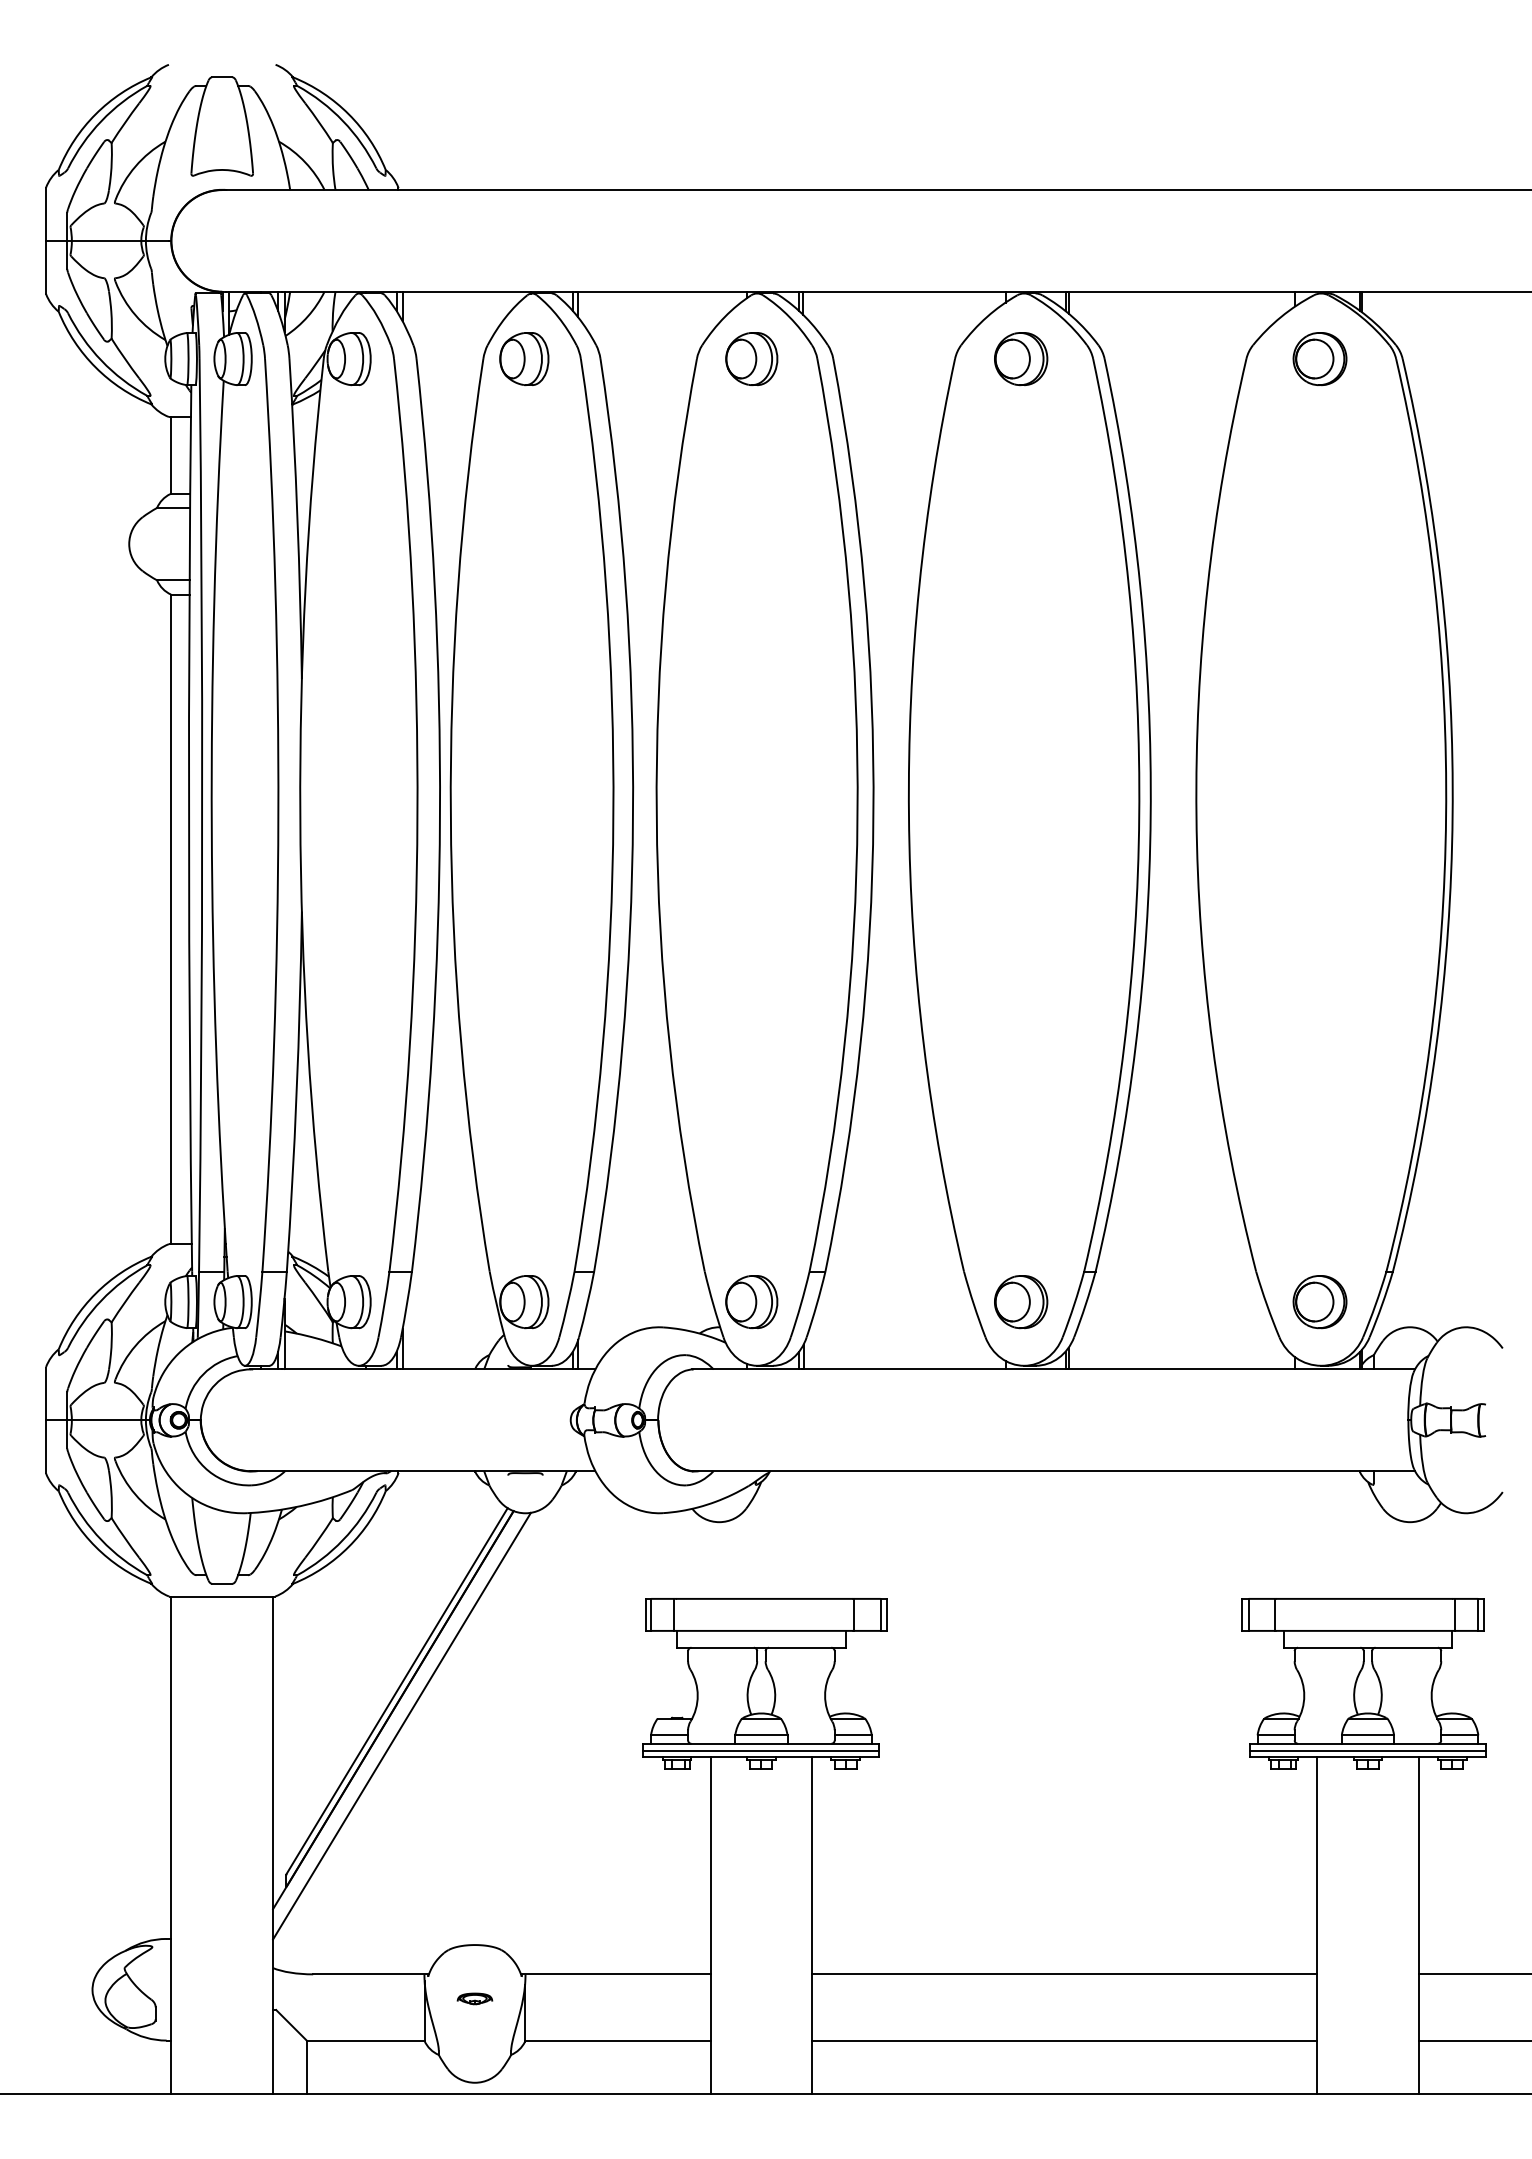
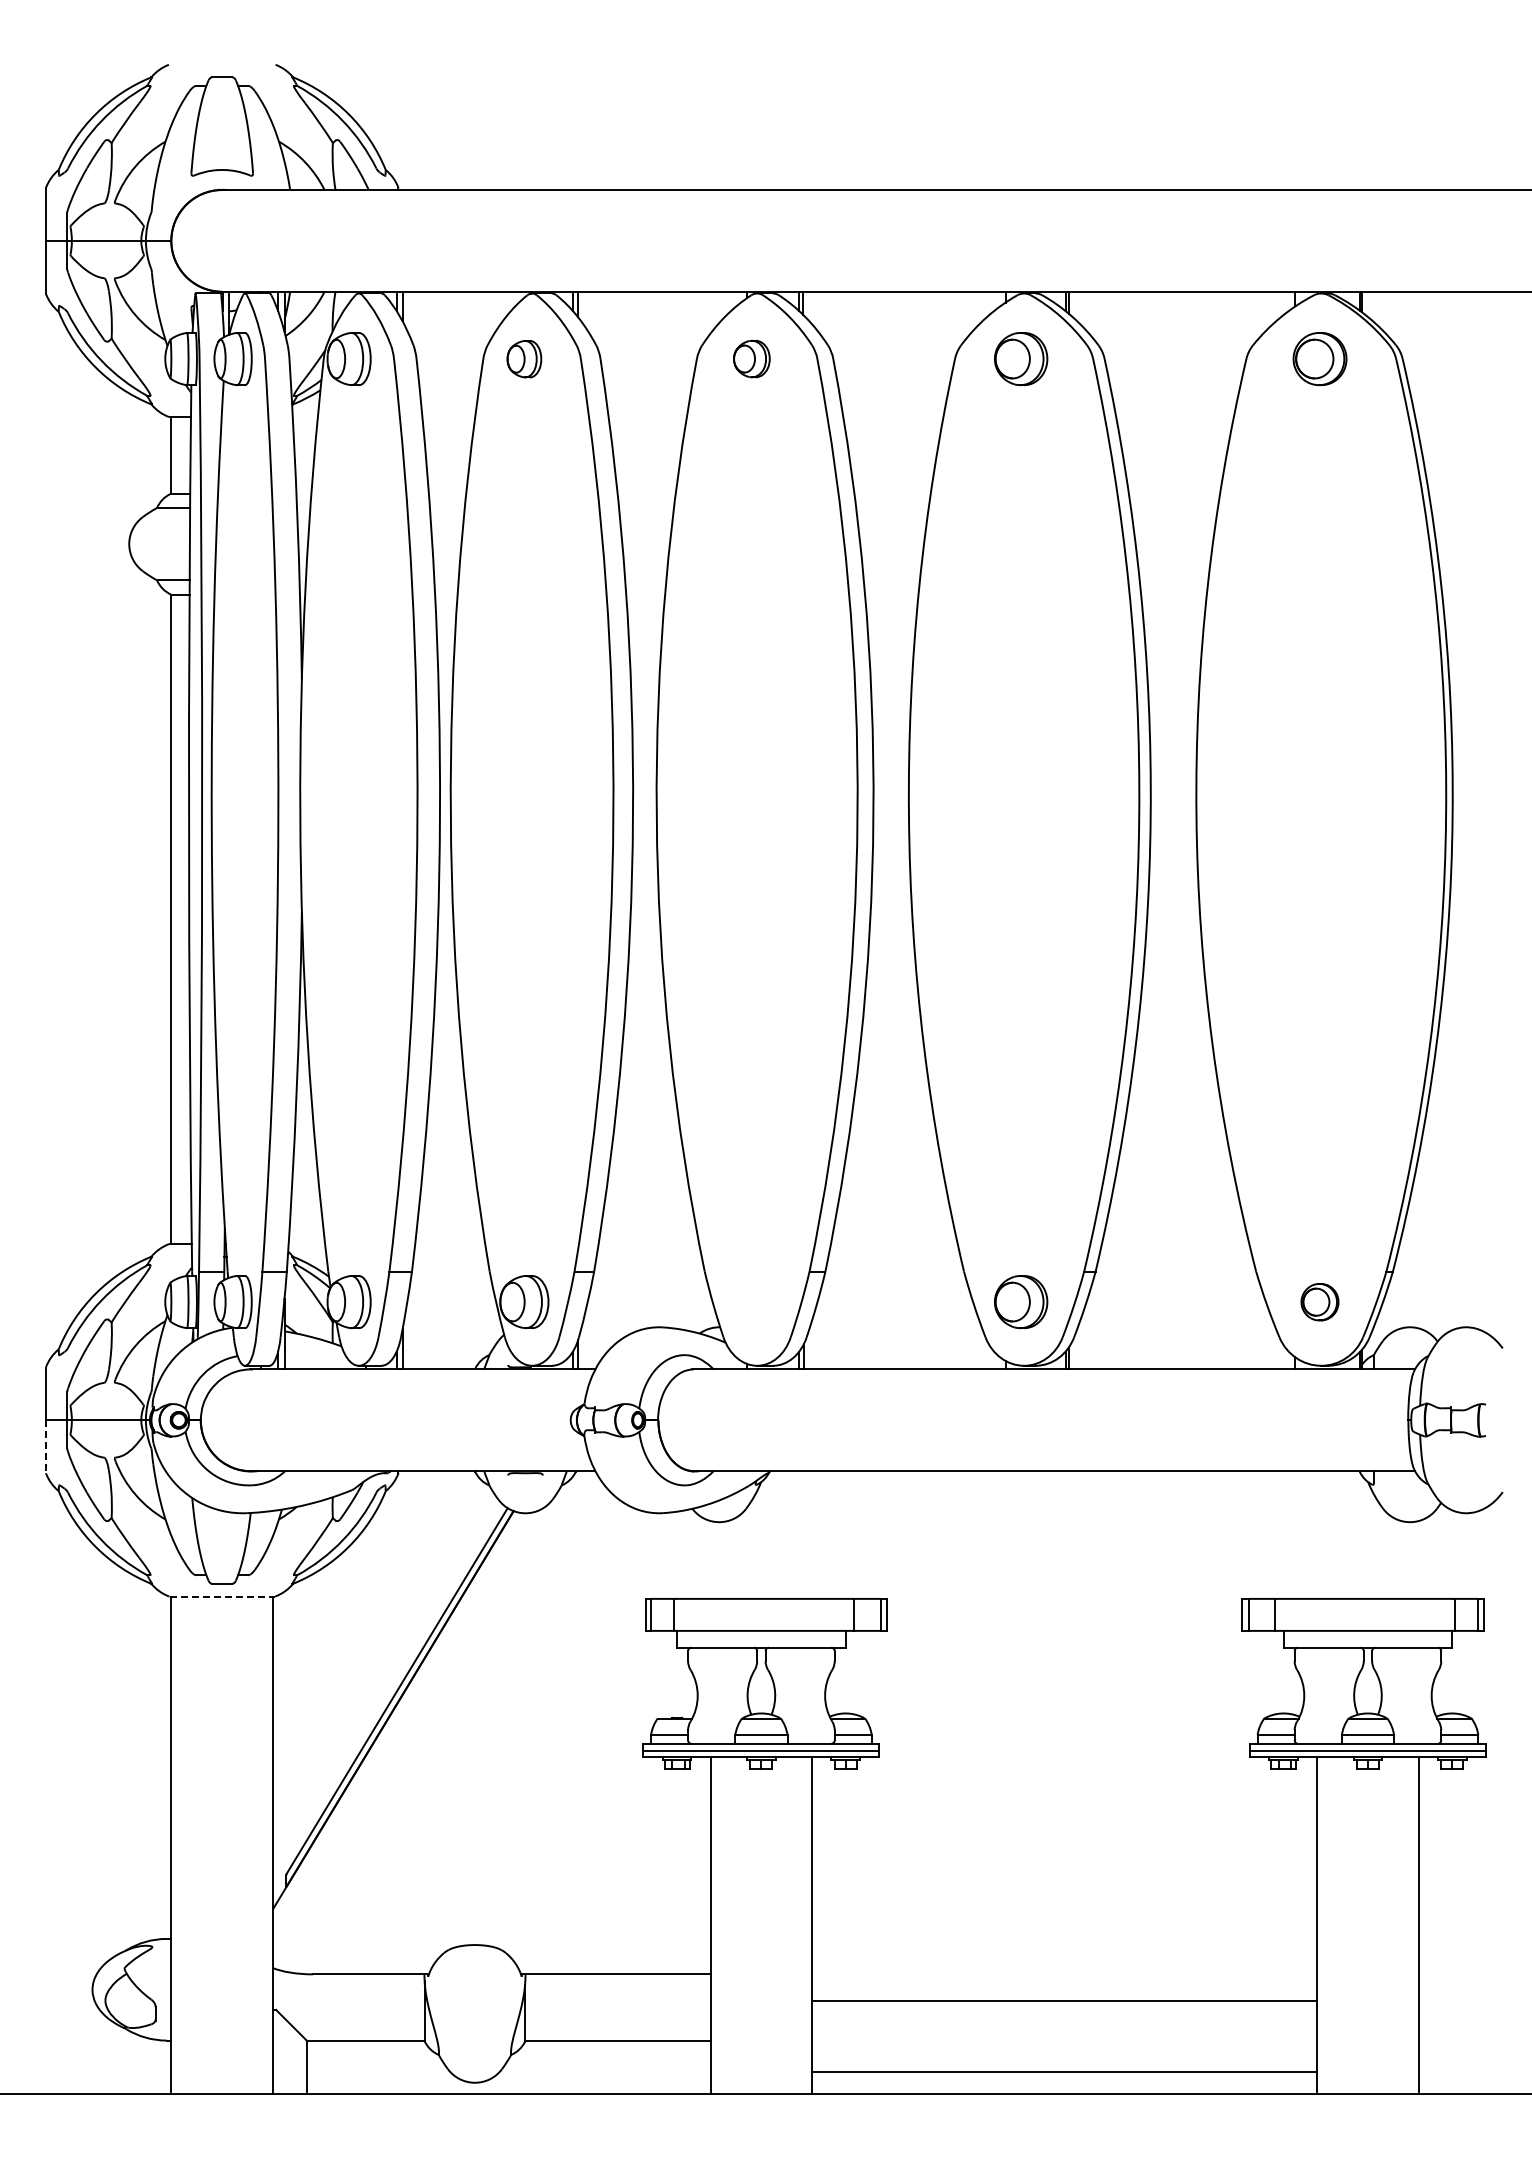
part at (751, 358) size: 54x54 px -> 38x40 px
part at (524, 359) size: 51x55 px -> 37x39 px
part at (751, 1302): present -> none
part at (1319, 1302) size: 56x55 px -> 40x39 px
line at (46, 1447): solid -> dashed
line at (222, 1596): solid -> dashed
line at (401, 1725): present -> none
line at (1064, 1974) position: (1064, 1974) -> (1064, 2001)
line at (1473, 1974): present -> none
part at (474, 1998): present -> none
line at (1064, 2040) position: (1064, 2040) -> (1064, 2071)
line at (1473, 2040): present -> none
